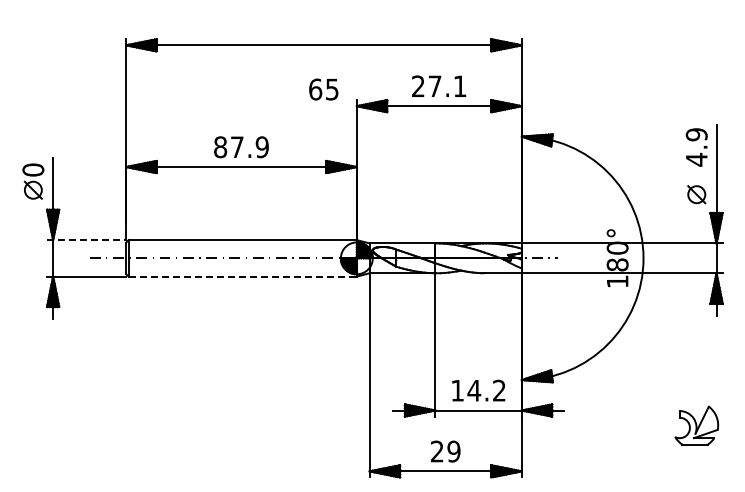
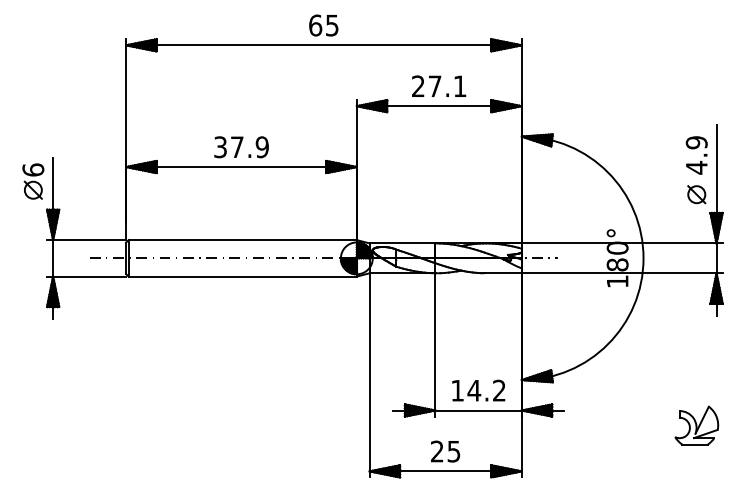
text at (323, 89) position: (323, 89) -> (323, 25)
text at (220, 147): 87.9 -> 37.9
text at (696, 147) position: (696, 147) -> (696, 155)
text at (33, 169): 0 -> 6
line at (86, 240): dashed -> solid
line at (243, 276): dashed -> solid
text at (453, 451): 29 -> 25
